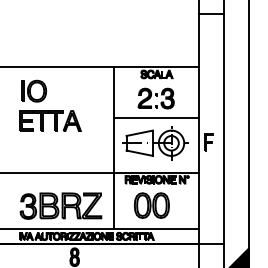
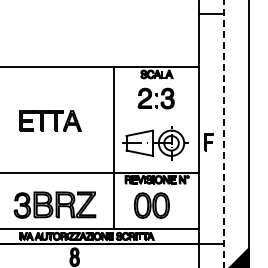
part at (33, 90): present -> none
line at (156, 117): present -> none
line at (223, 133): solid -> dashed
part at (60, 205) position: (60, 205) -> (54, 204)
